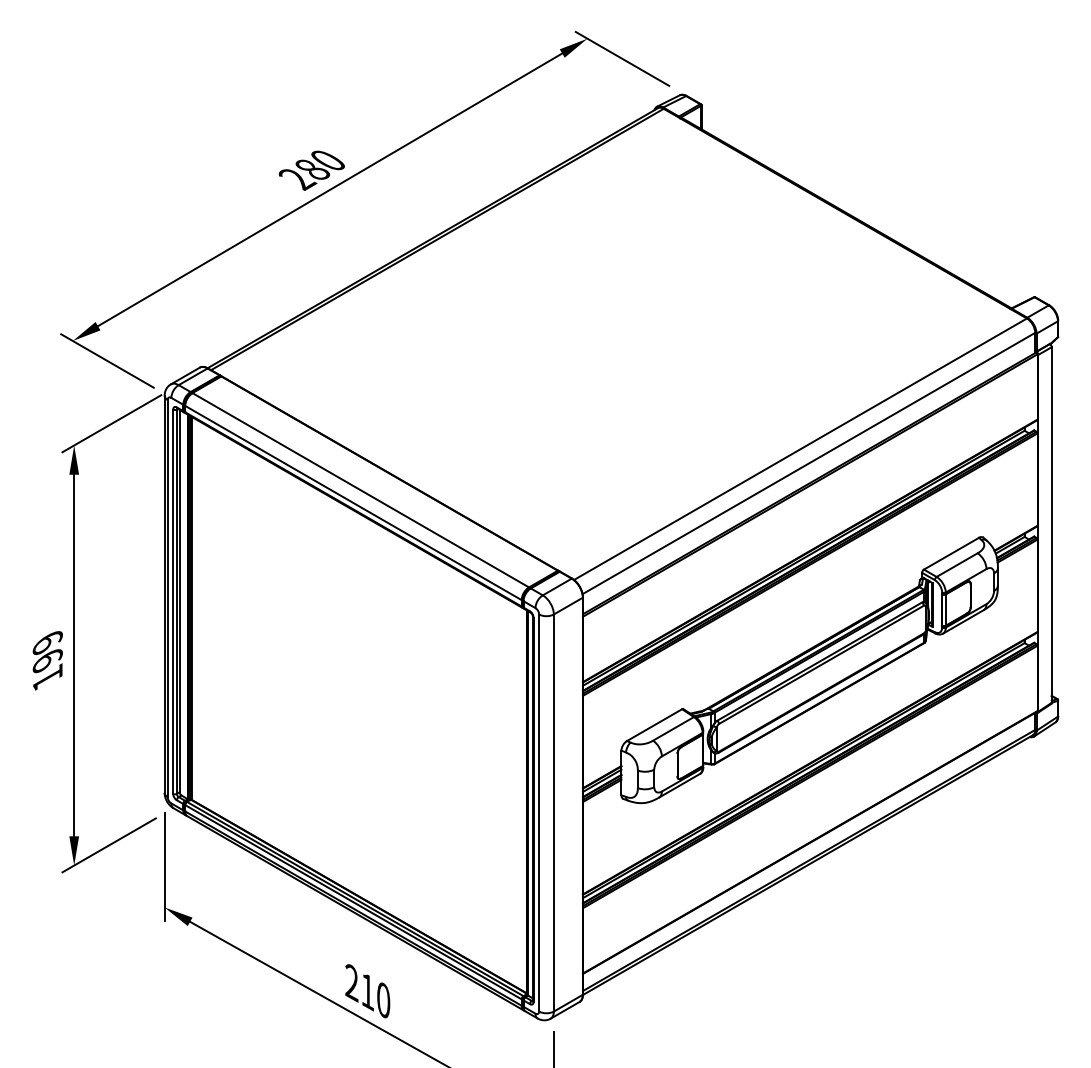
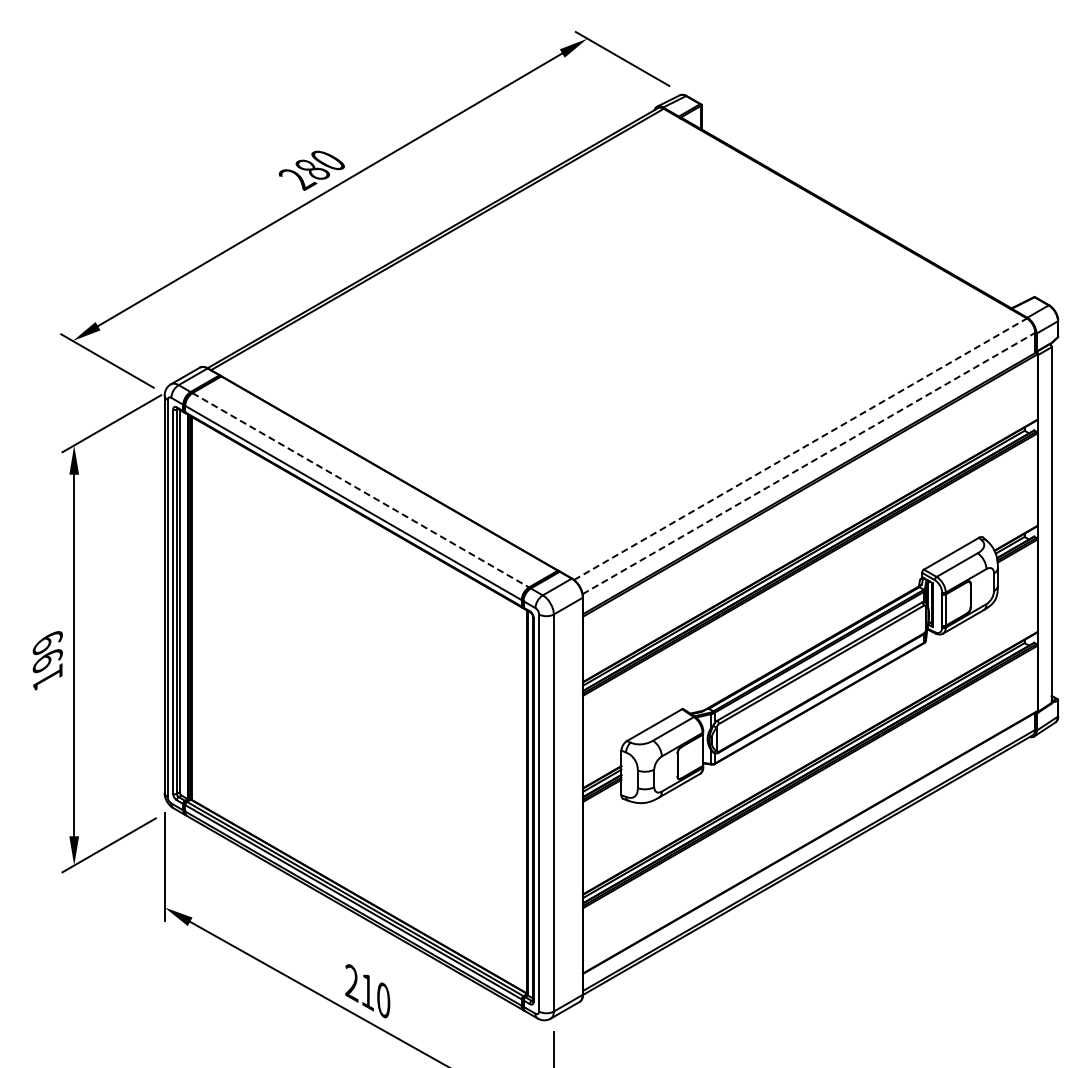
line at (800, 448): solid -> dashed
line at (809, 463): solid -> dashed
line at (361, 490): solid -> dashed
